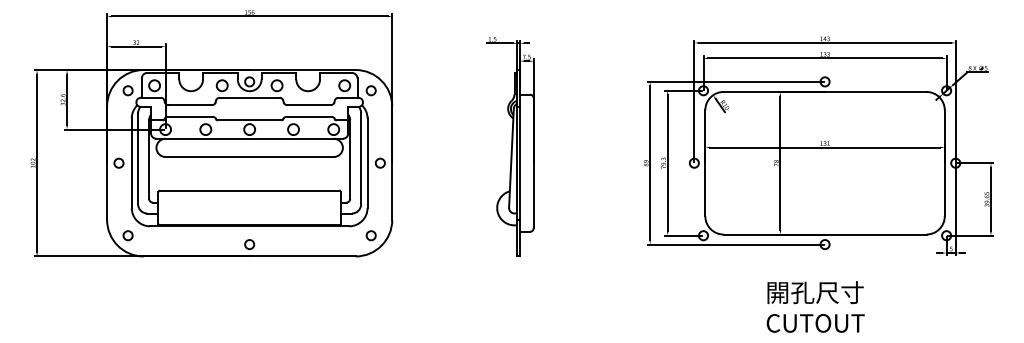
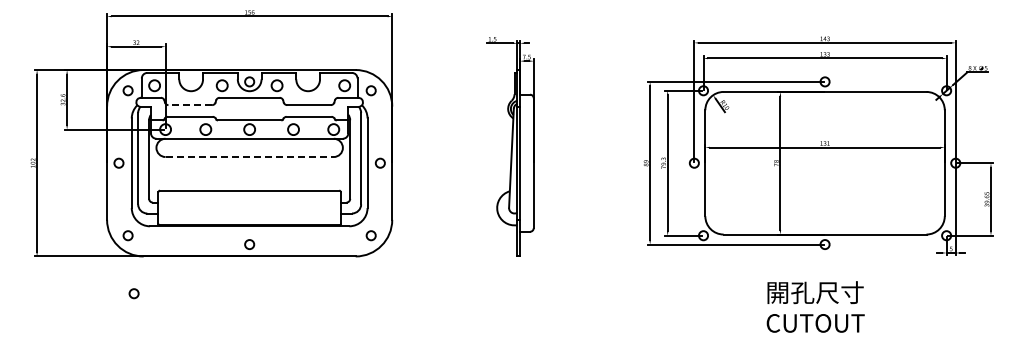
line at (190, 105): solid -> dashed
line at (250, 157): solid -> dashed
circle at (133, 293): none -> present
